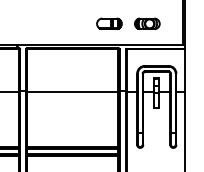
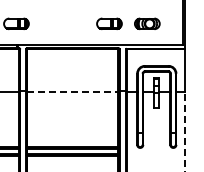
part at (16, 23): none -> present
line at (73, 92): solid -> dashed
line at (185, 131): solid -> dashed
